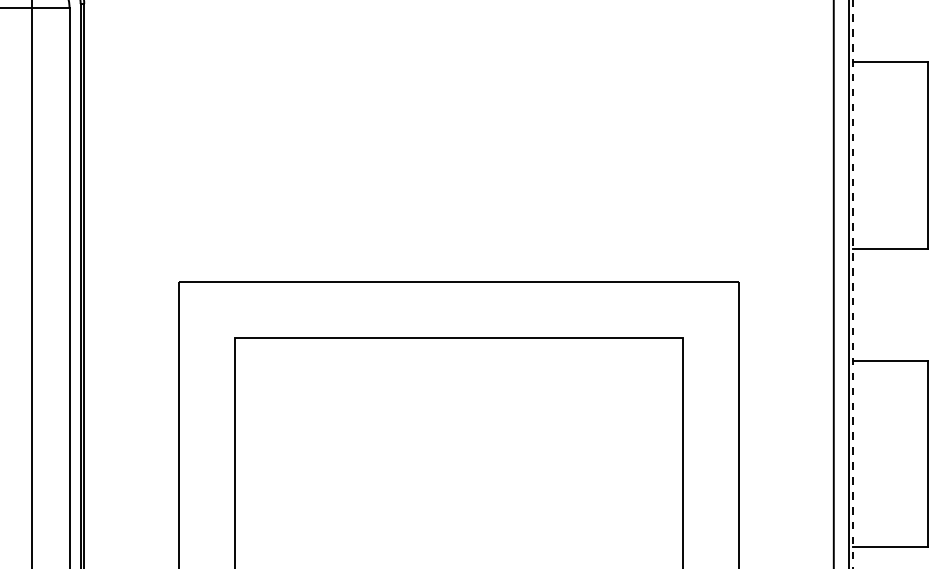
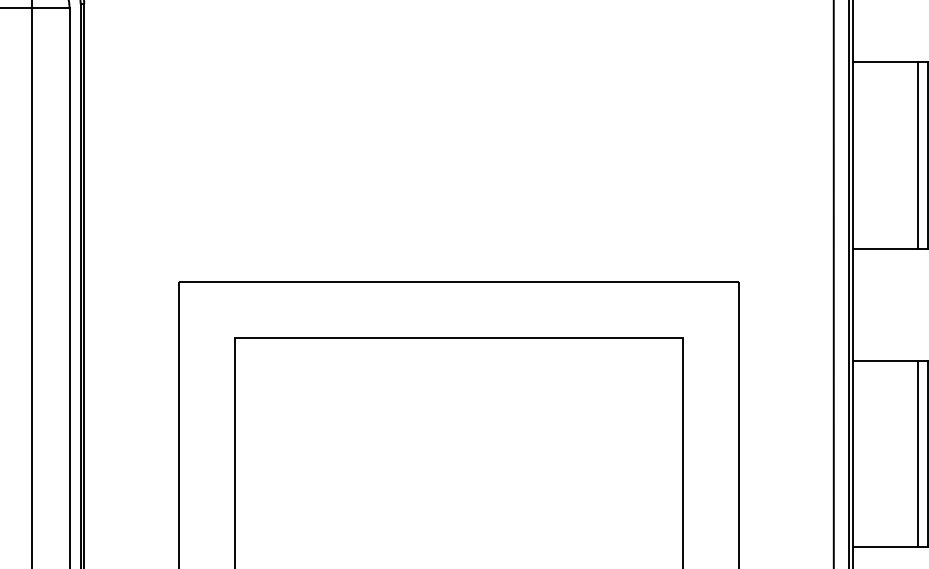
line at (918, 155): none -> present
line at (853, 285): dashed -> solid
line at (918, 453): none -> present
